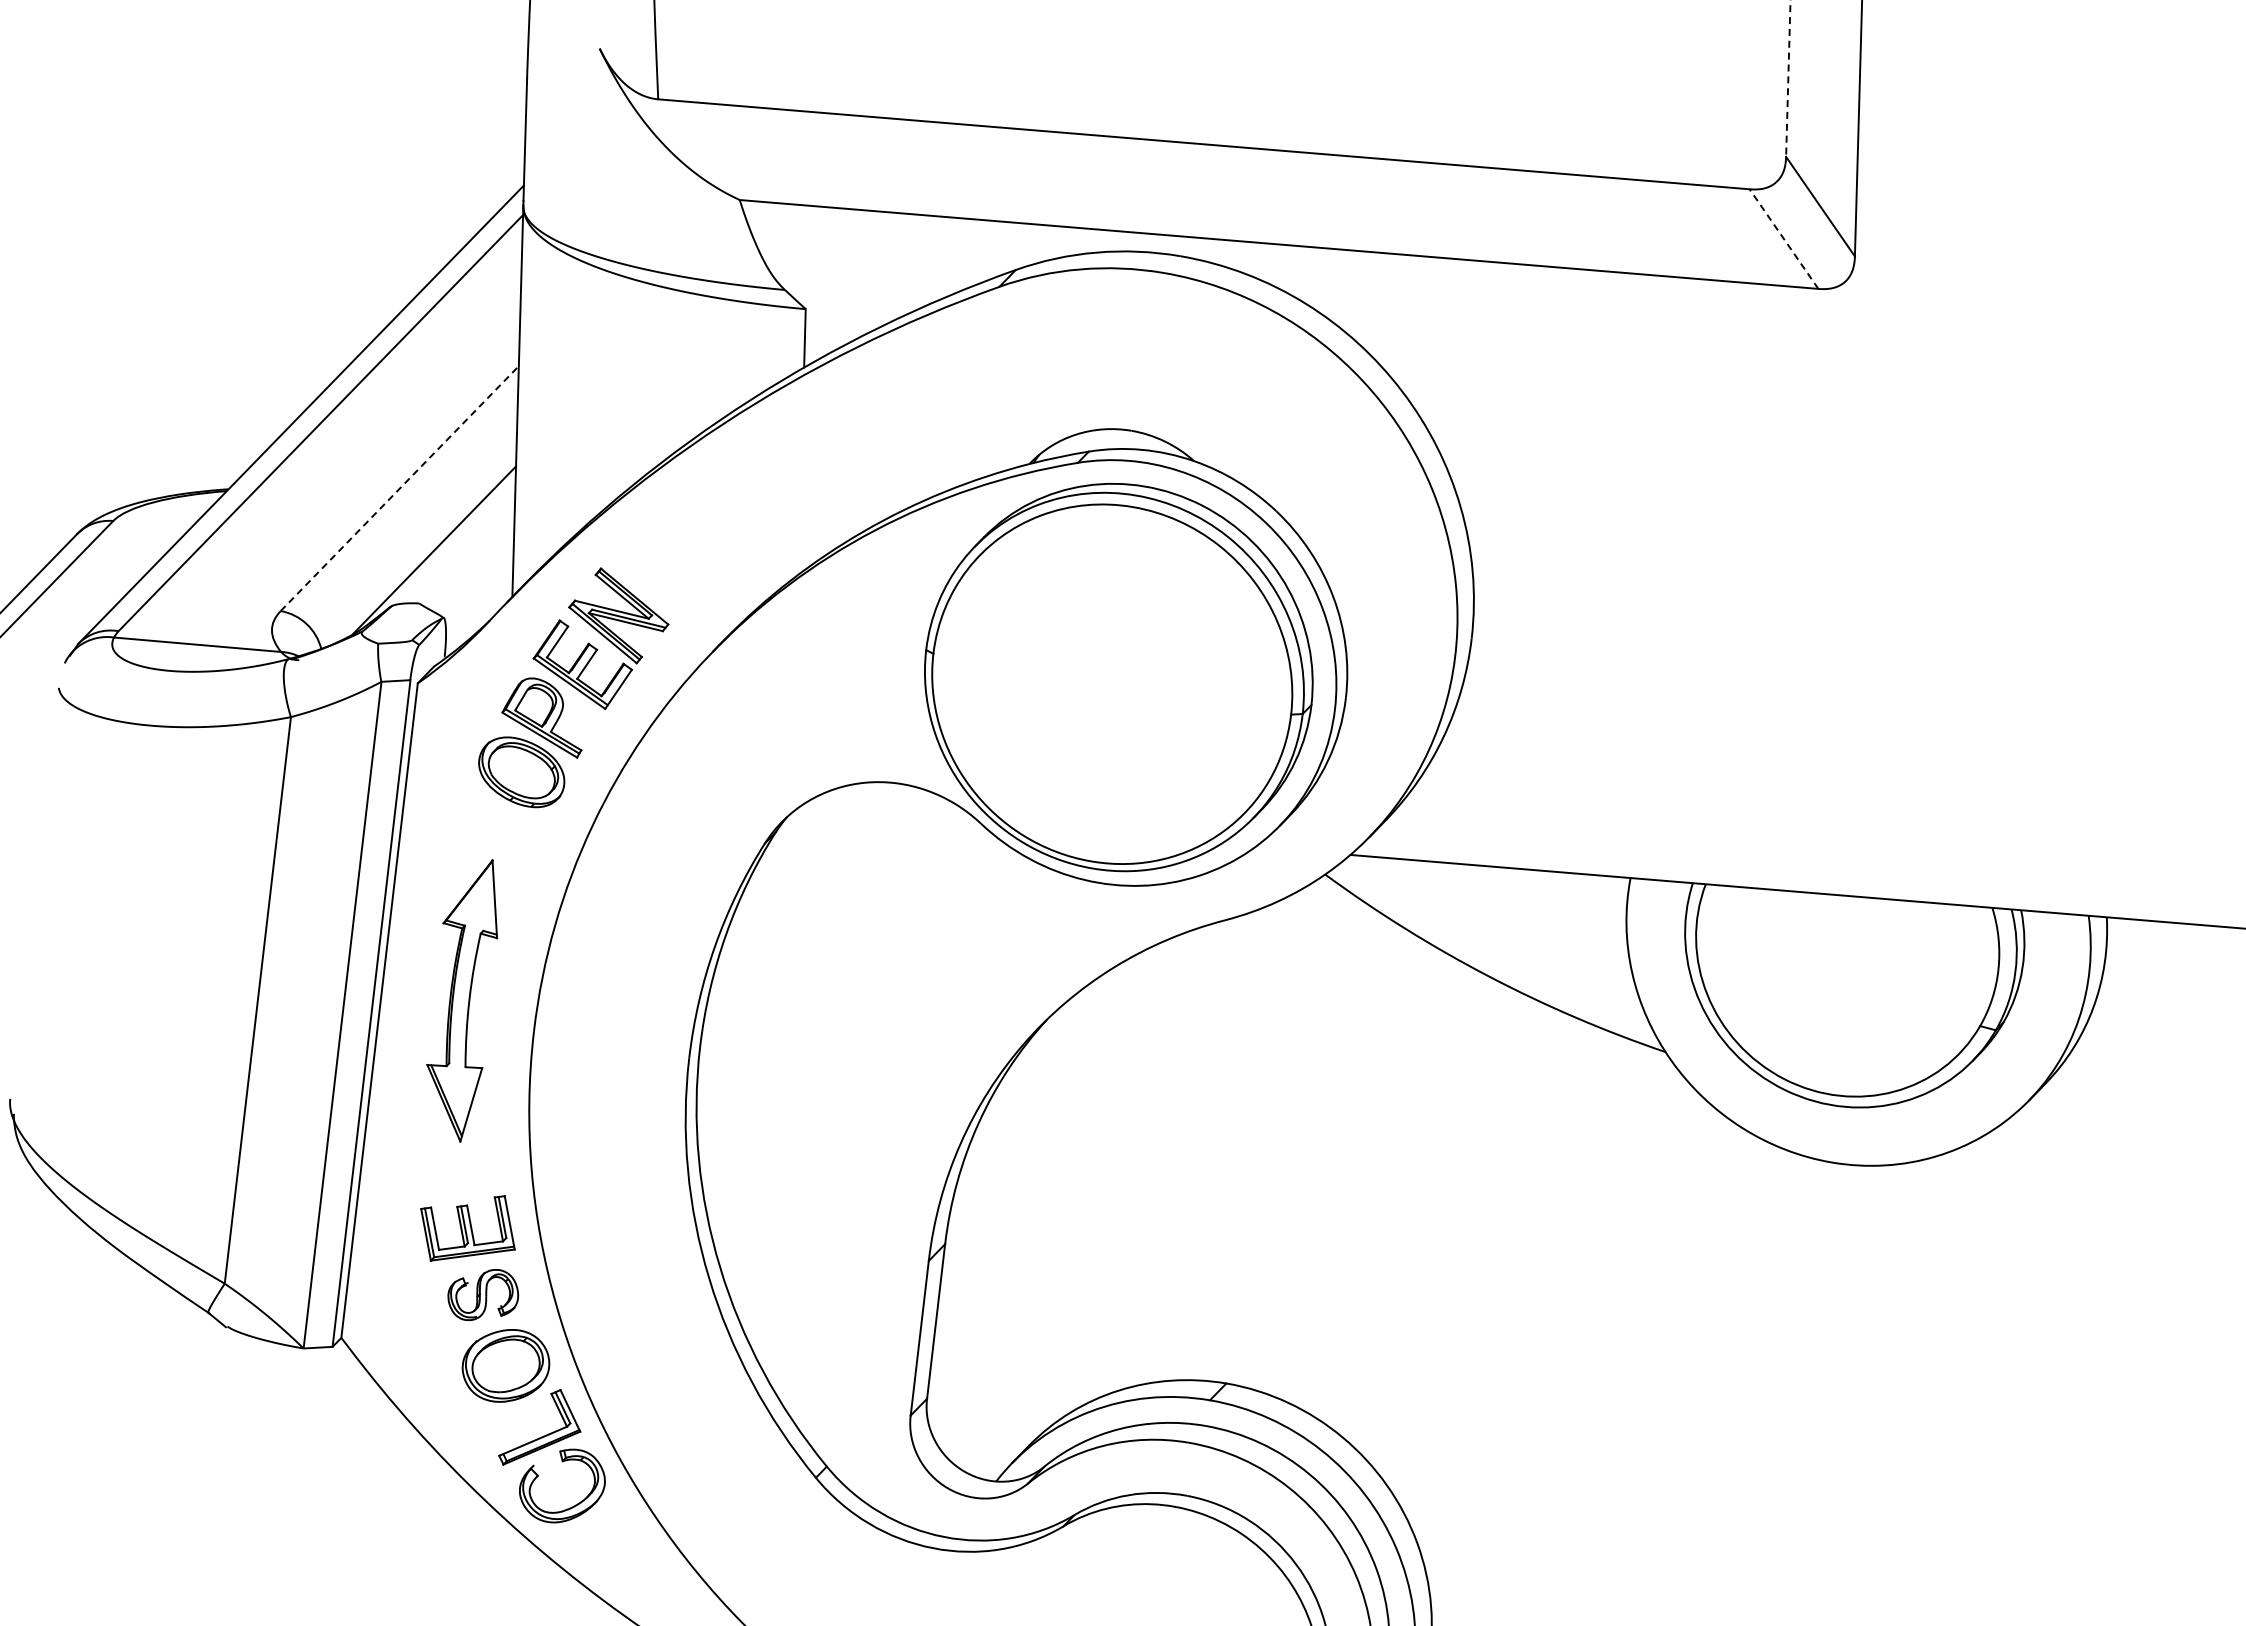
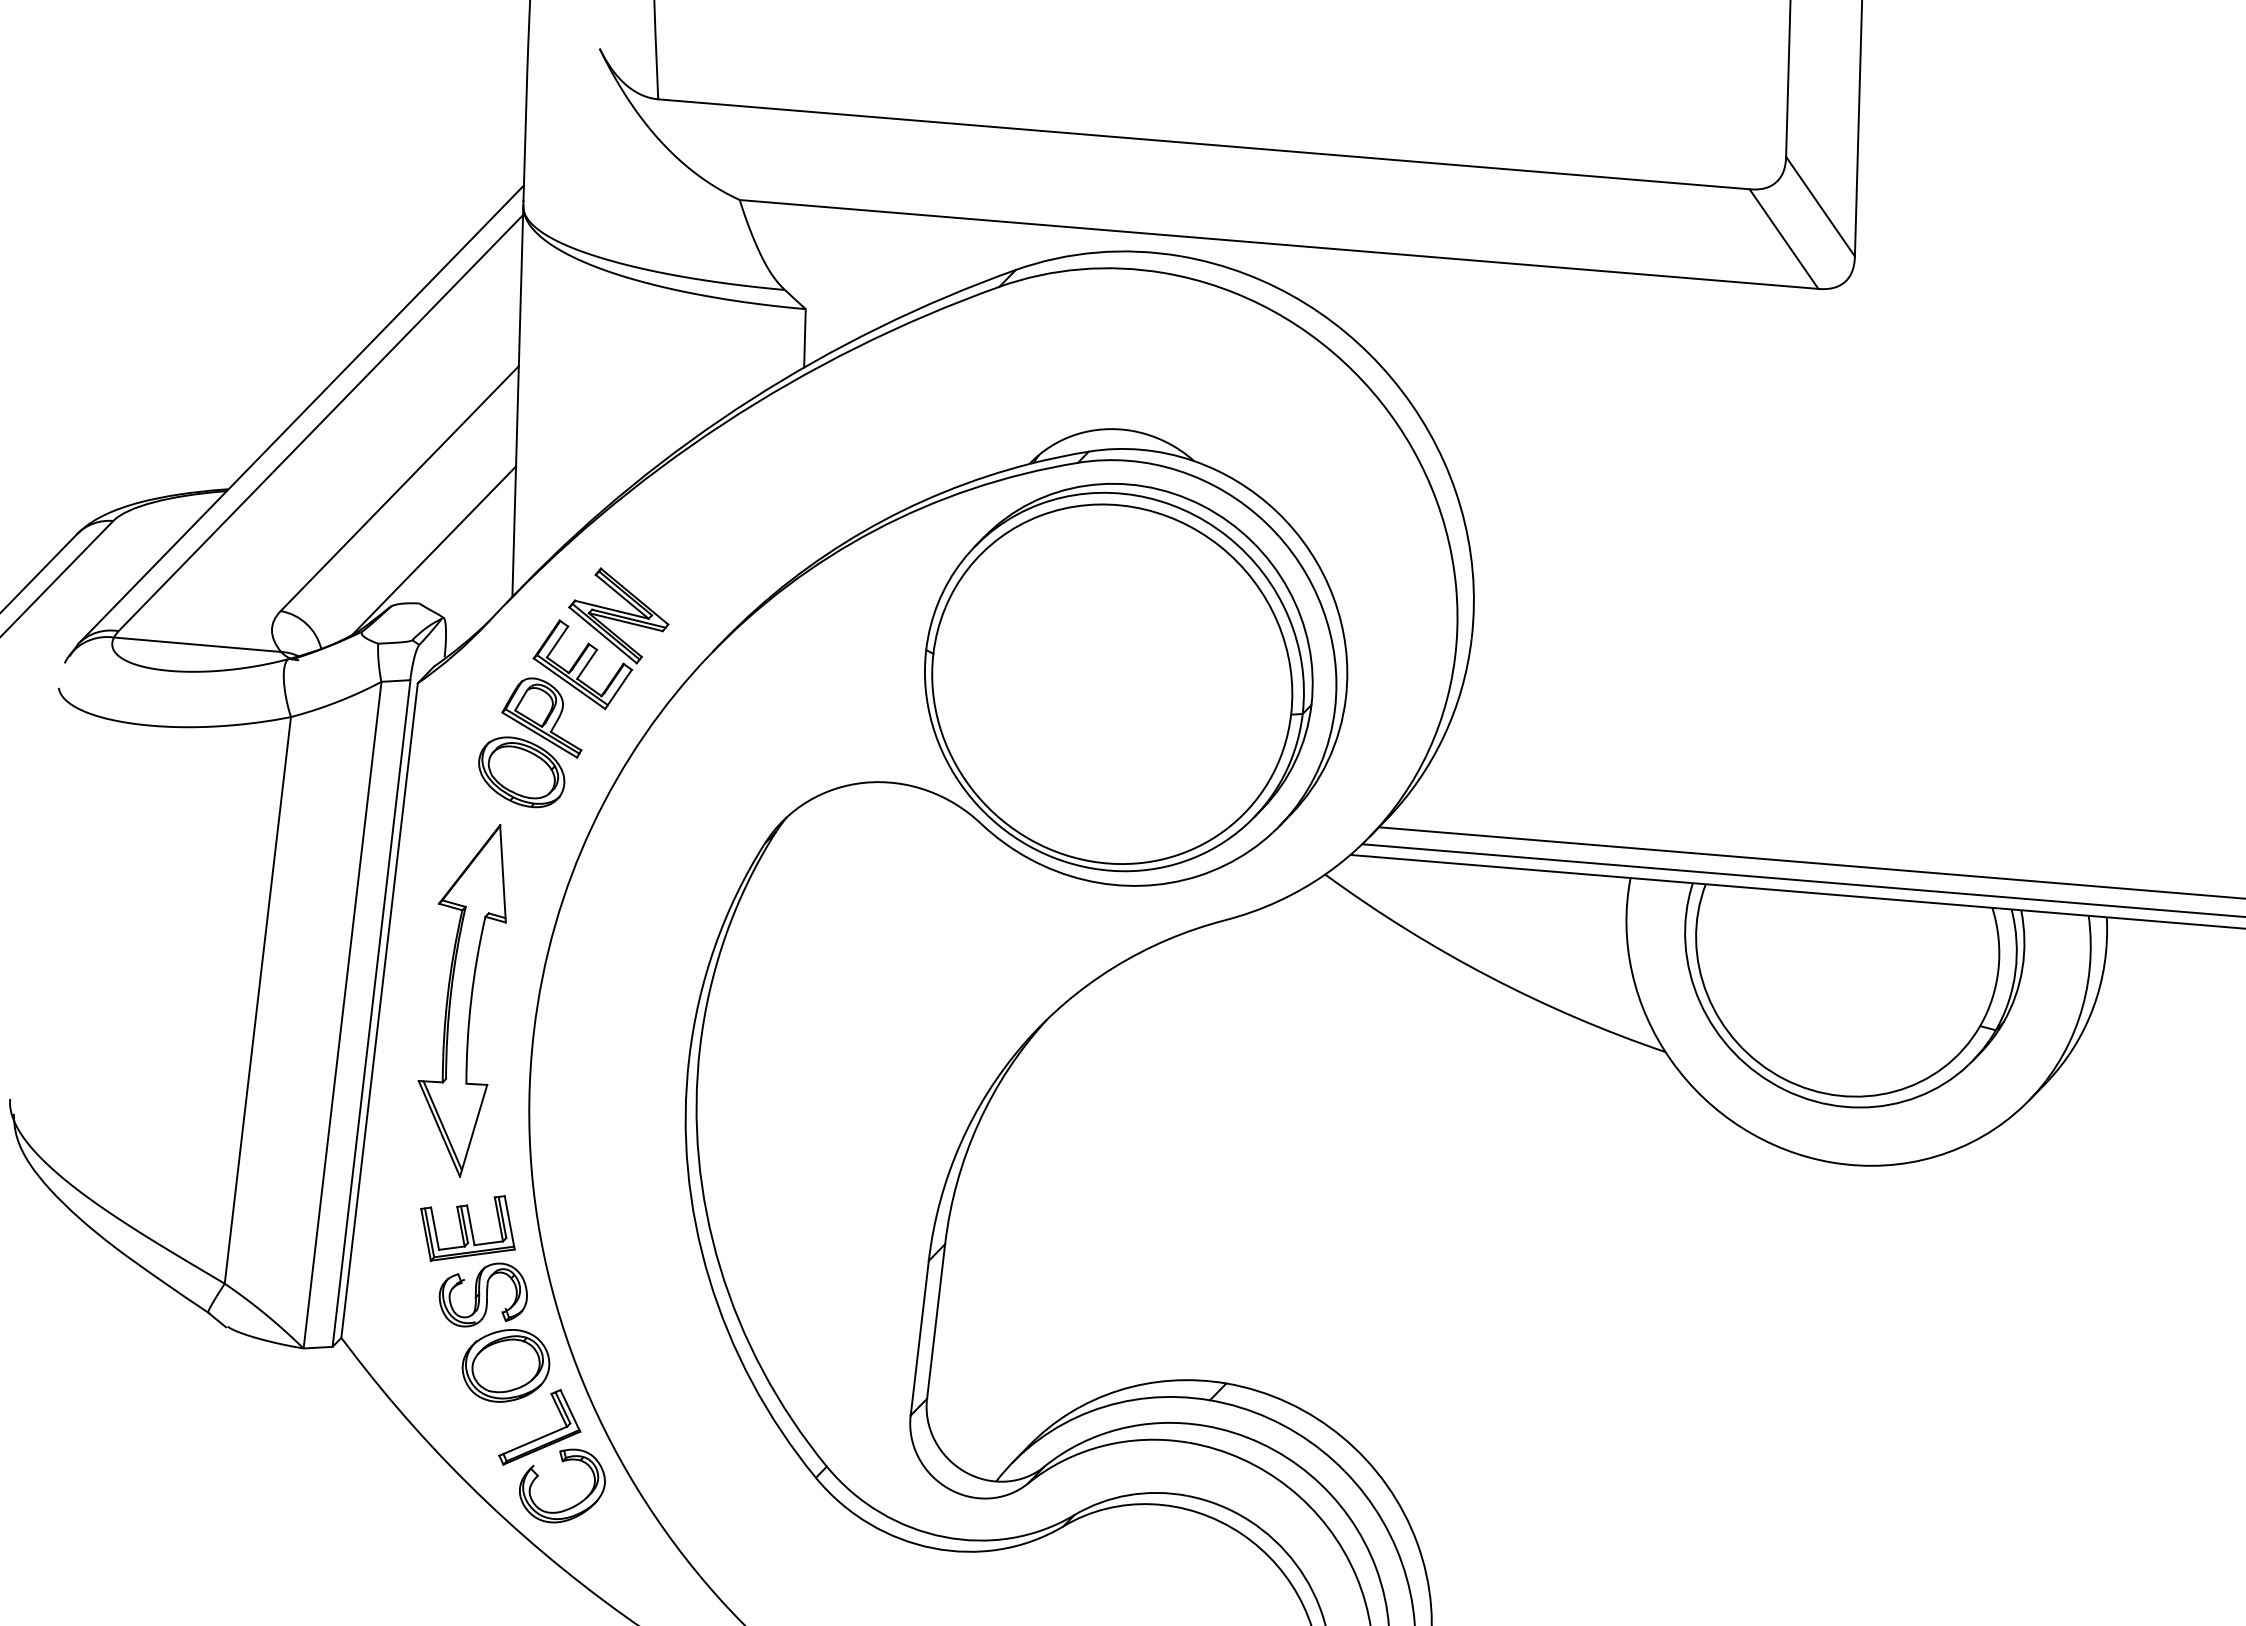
line at (1788, 78): dashed -> solid
line at (1784, 239): dashed -> solid
line at (399, 488): dashed -> solid
line at (1810, 862): none -> present
line at (1802, 880): none -> present
part at (461, 1000) size: 72x284 px -> 90x354 px
part at (483, 1295) size: 73x53 px -> 90x66 px
